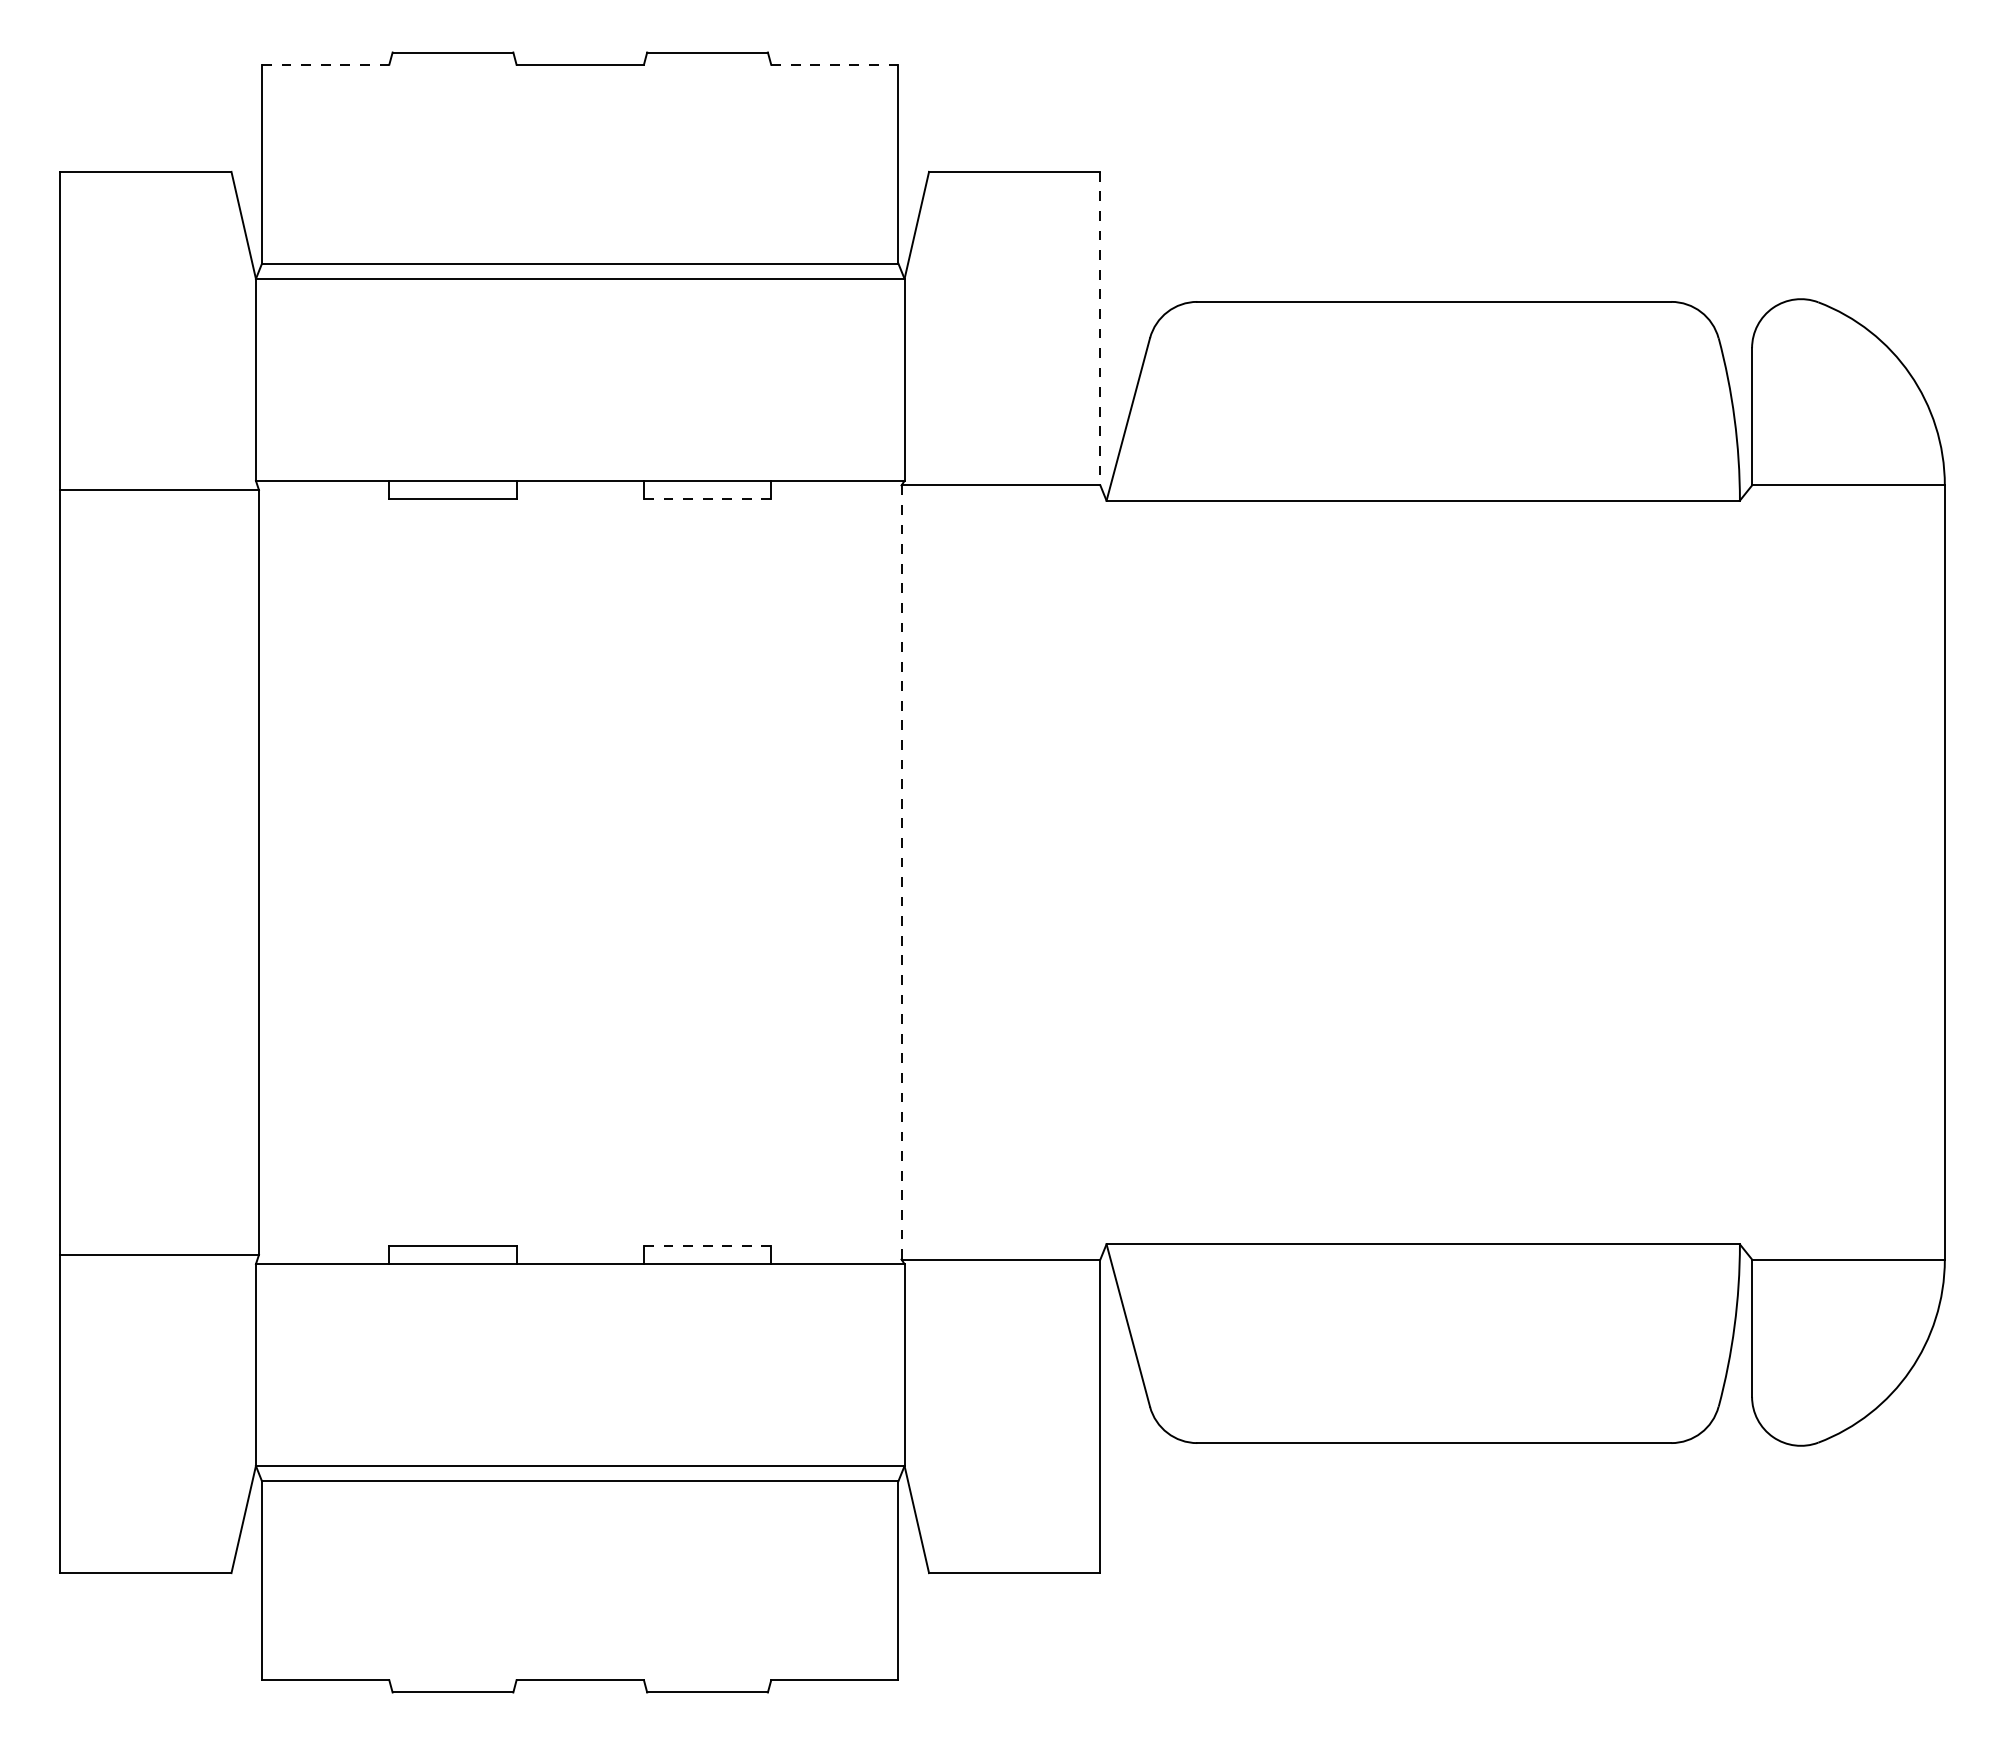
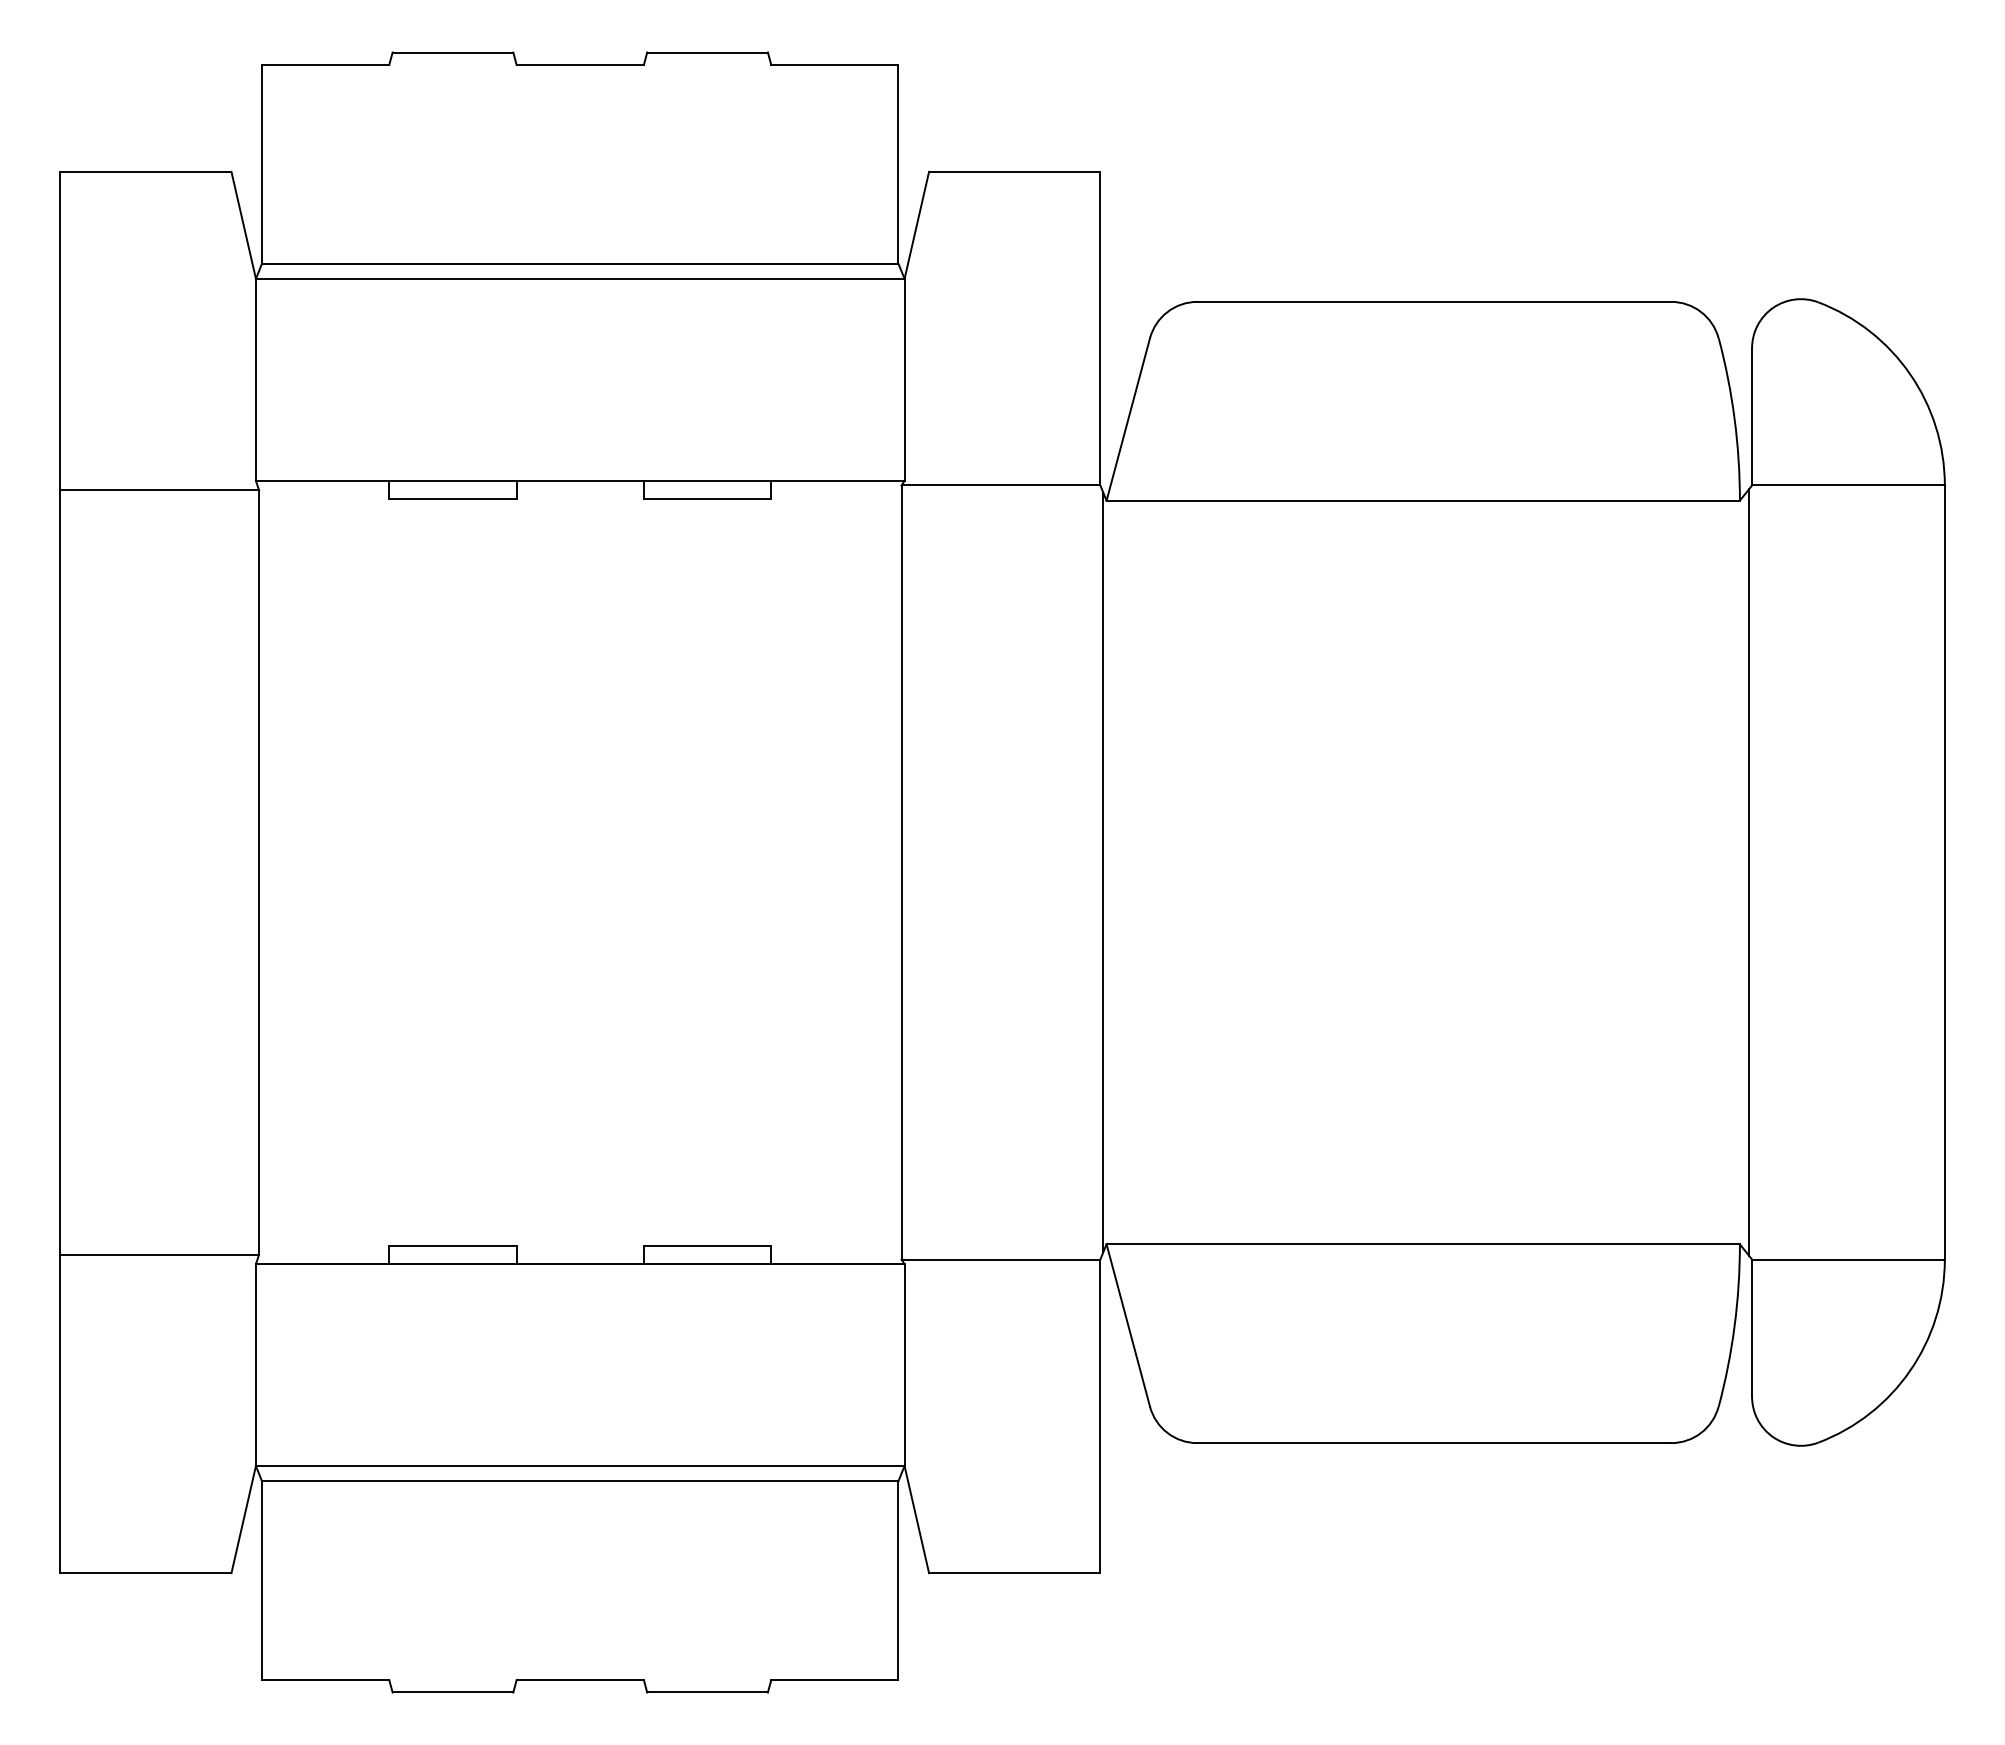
line at (325, 64): dashed -> solid
line at (834, 64): dashed -> solid
line at (1100, 328): dashed -> solid
line at (707, 499): dashed -> solid
line at (1103, 872): none -> present
line at (1749, 872): none -> present
line at (901, 873): dashed -> solid
line at (707, 1245): dashed -> solid
